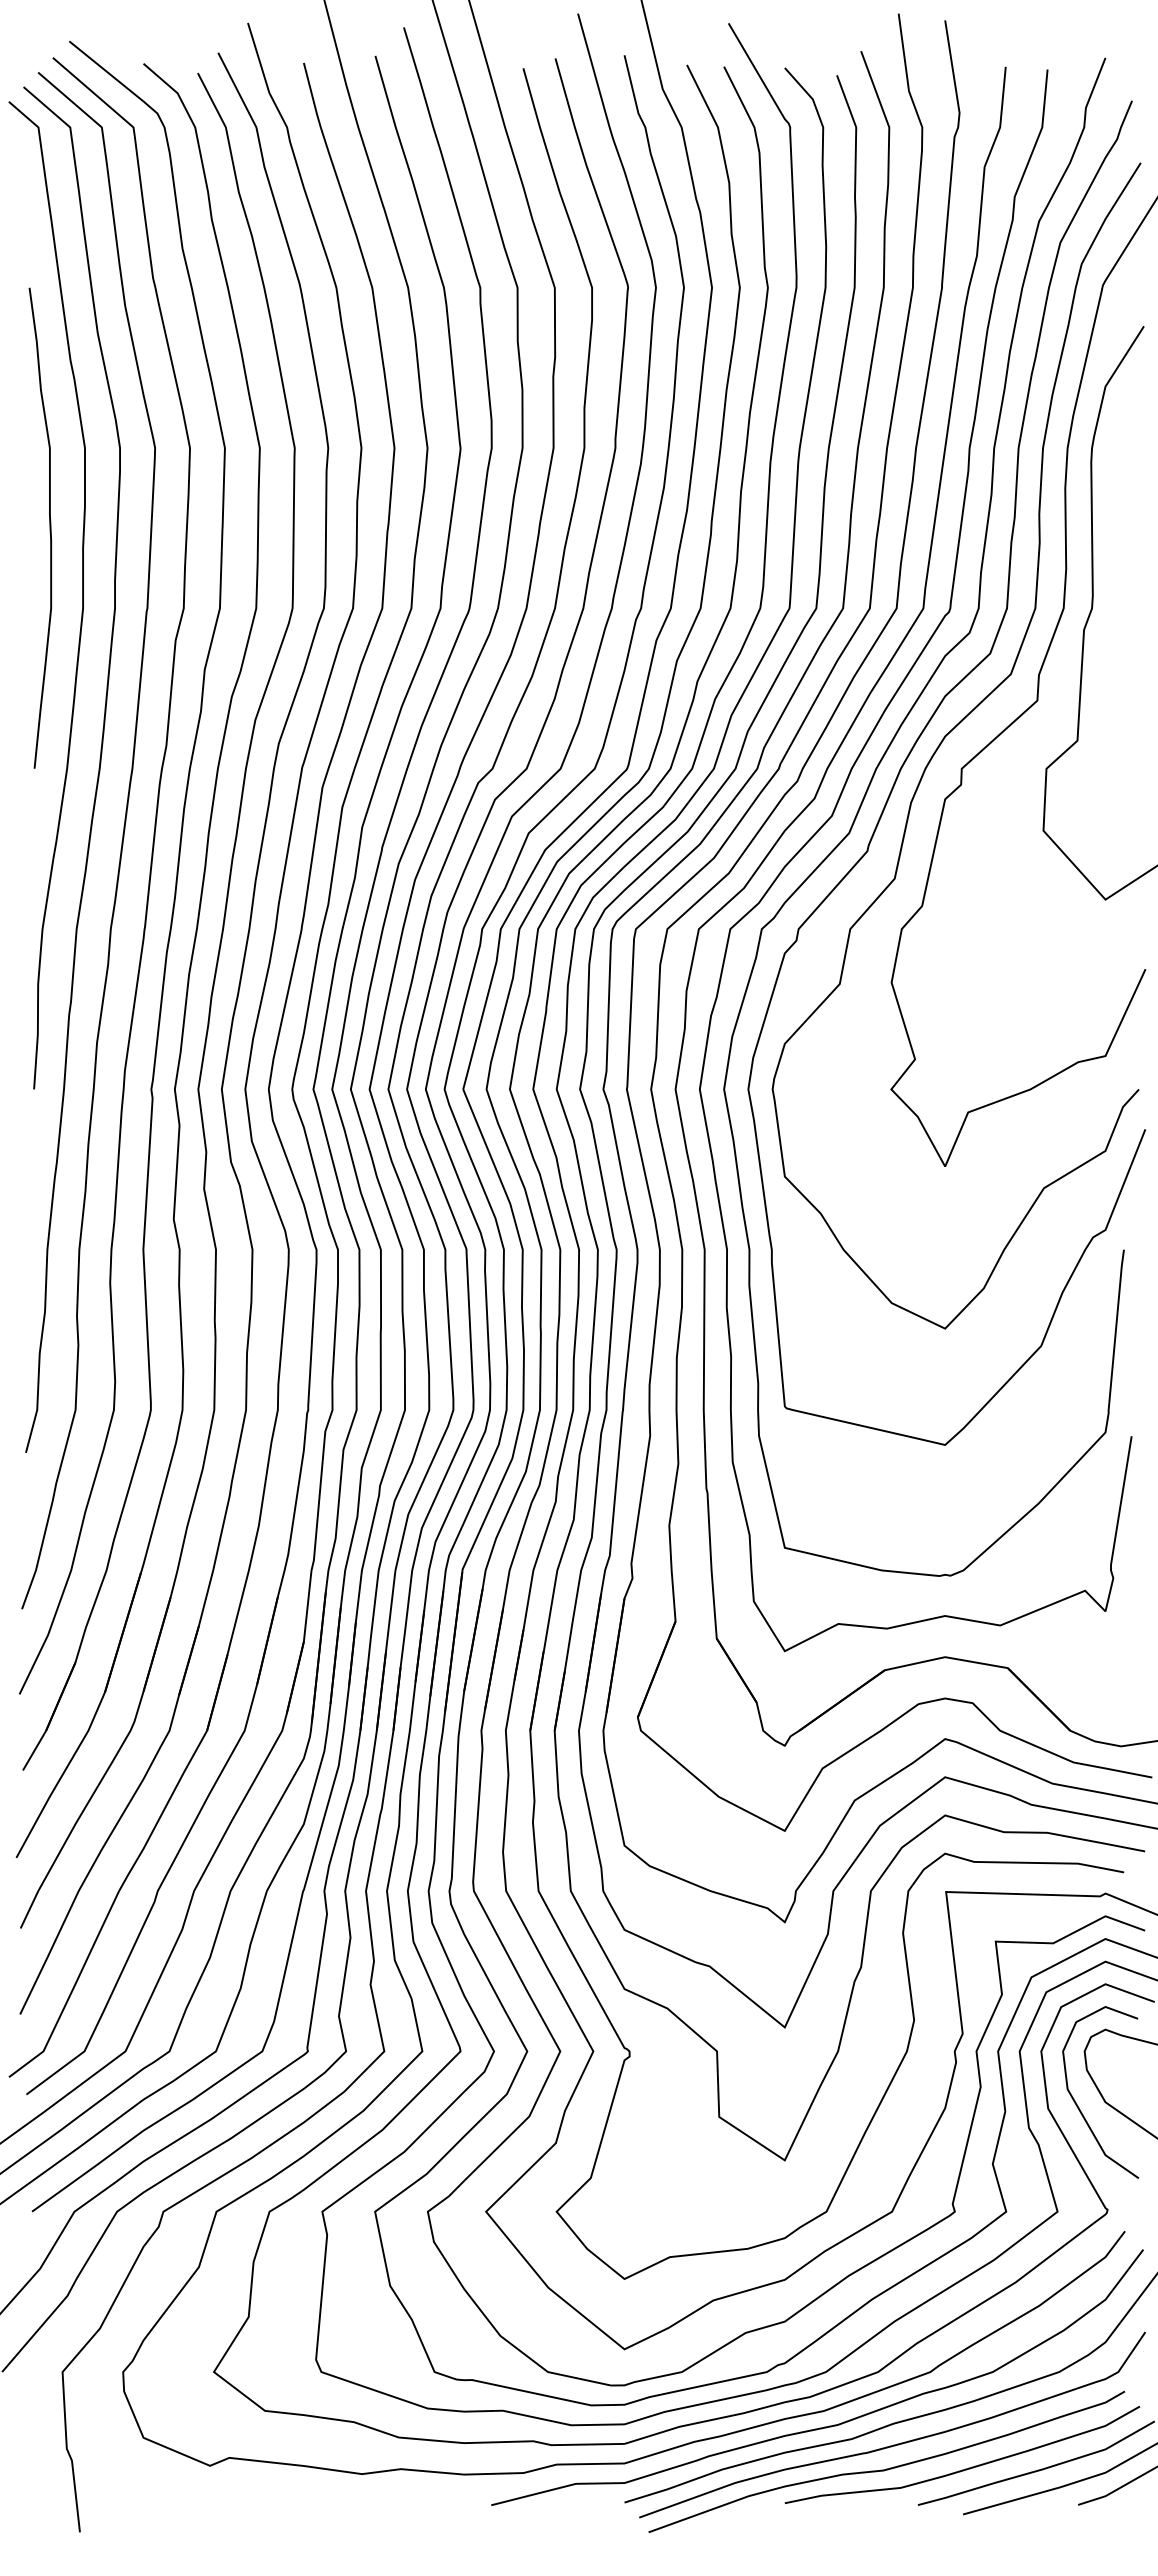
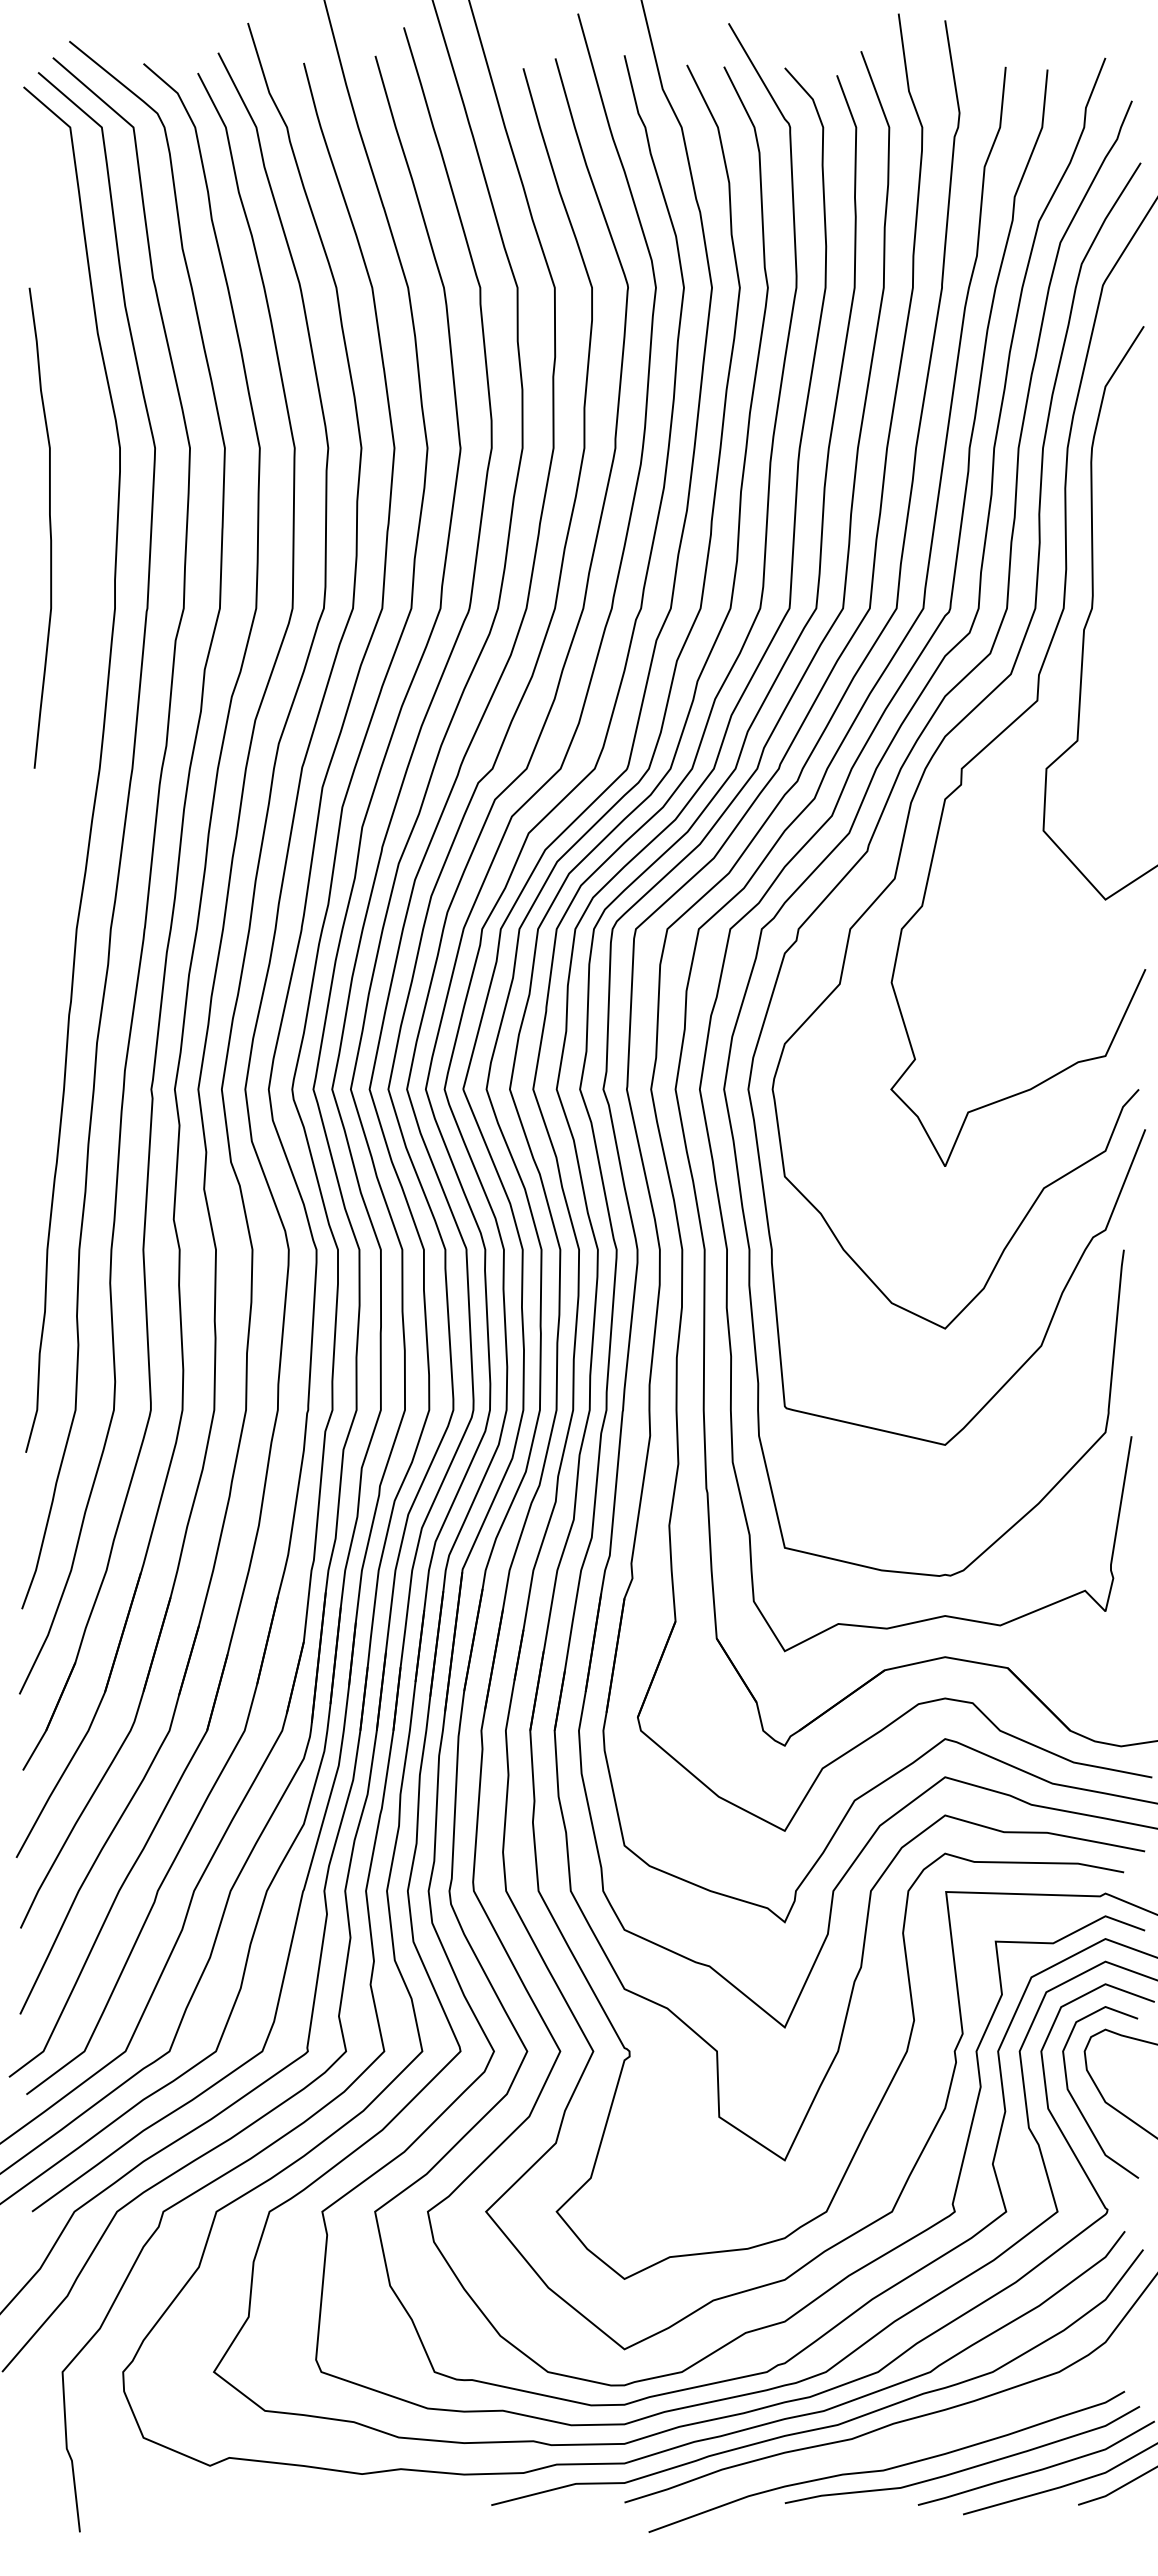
curve at (82, 595): present -> none
curve at (897, 2443): present -> none
